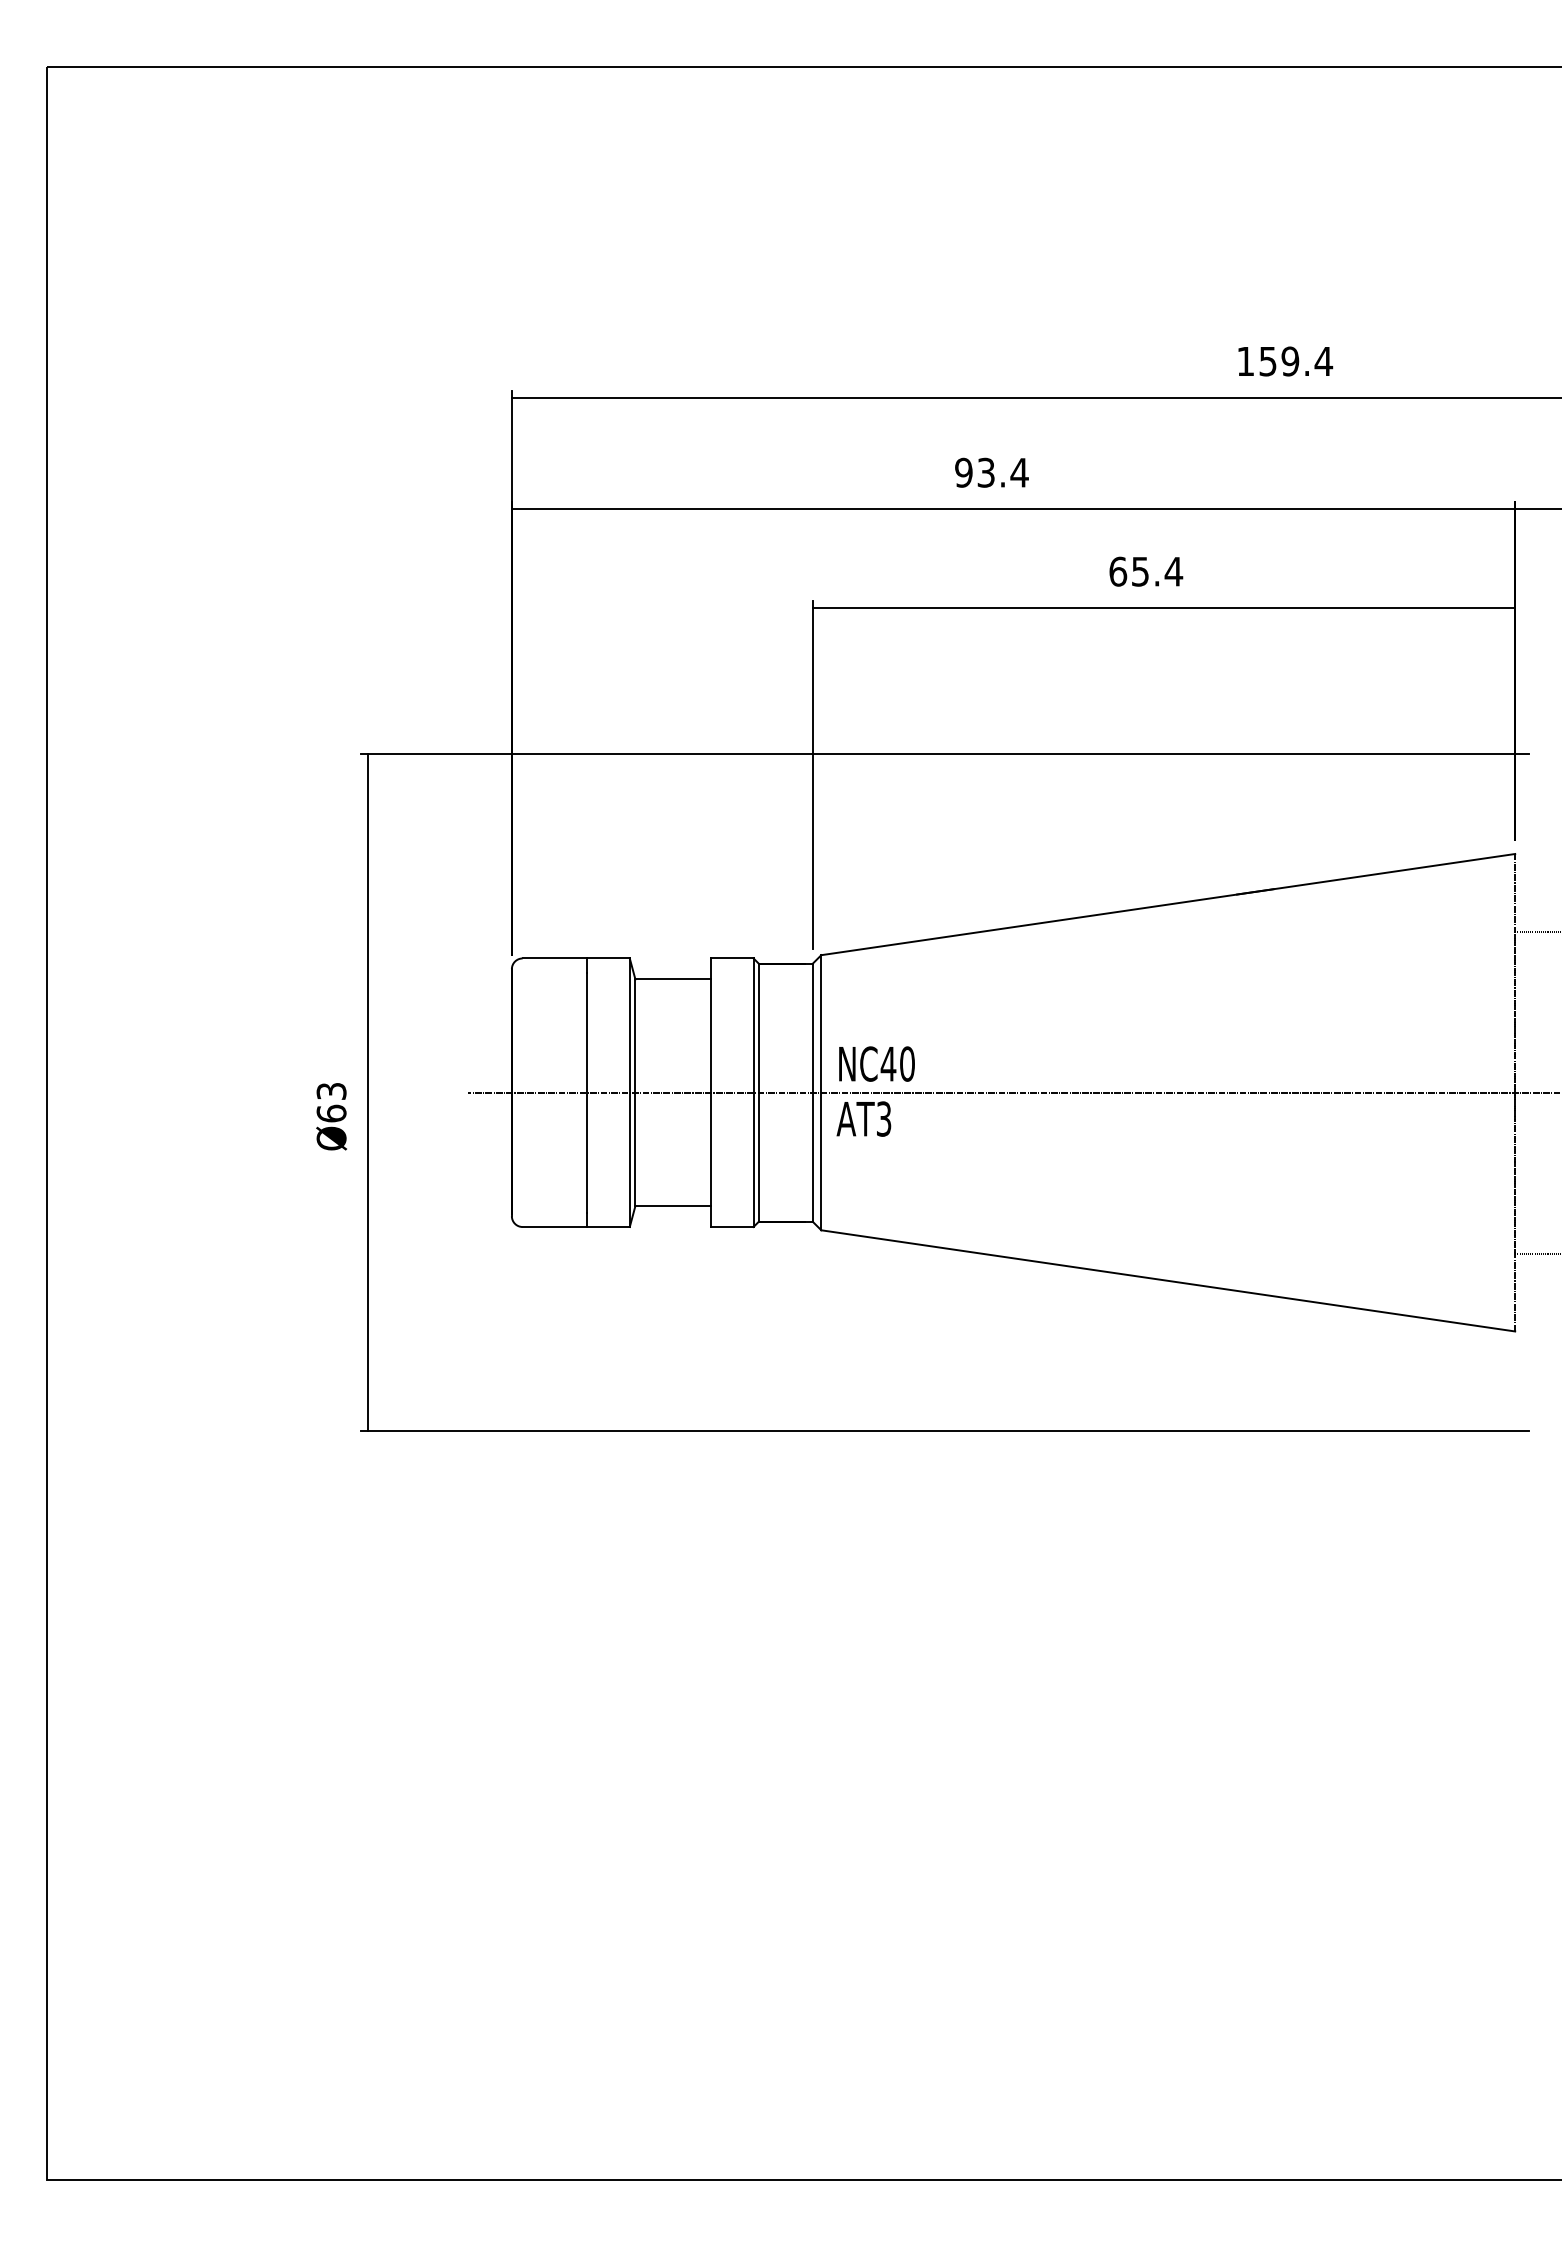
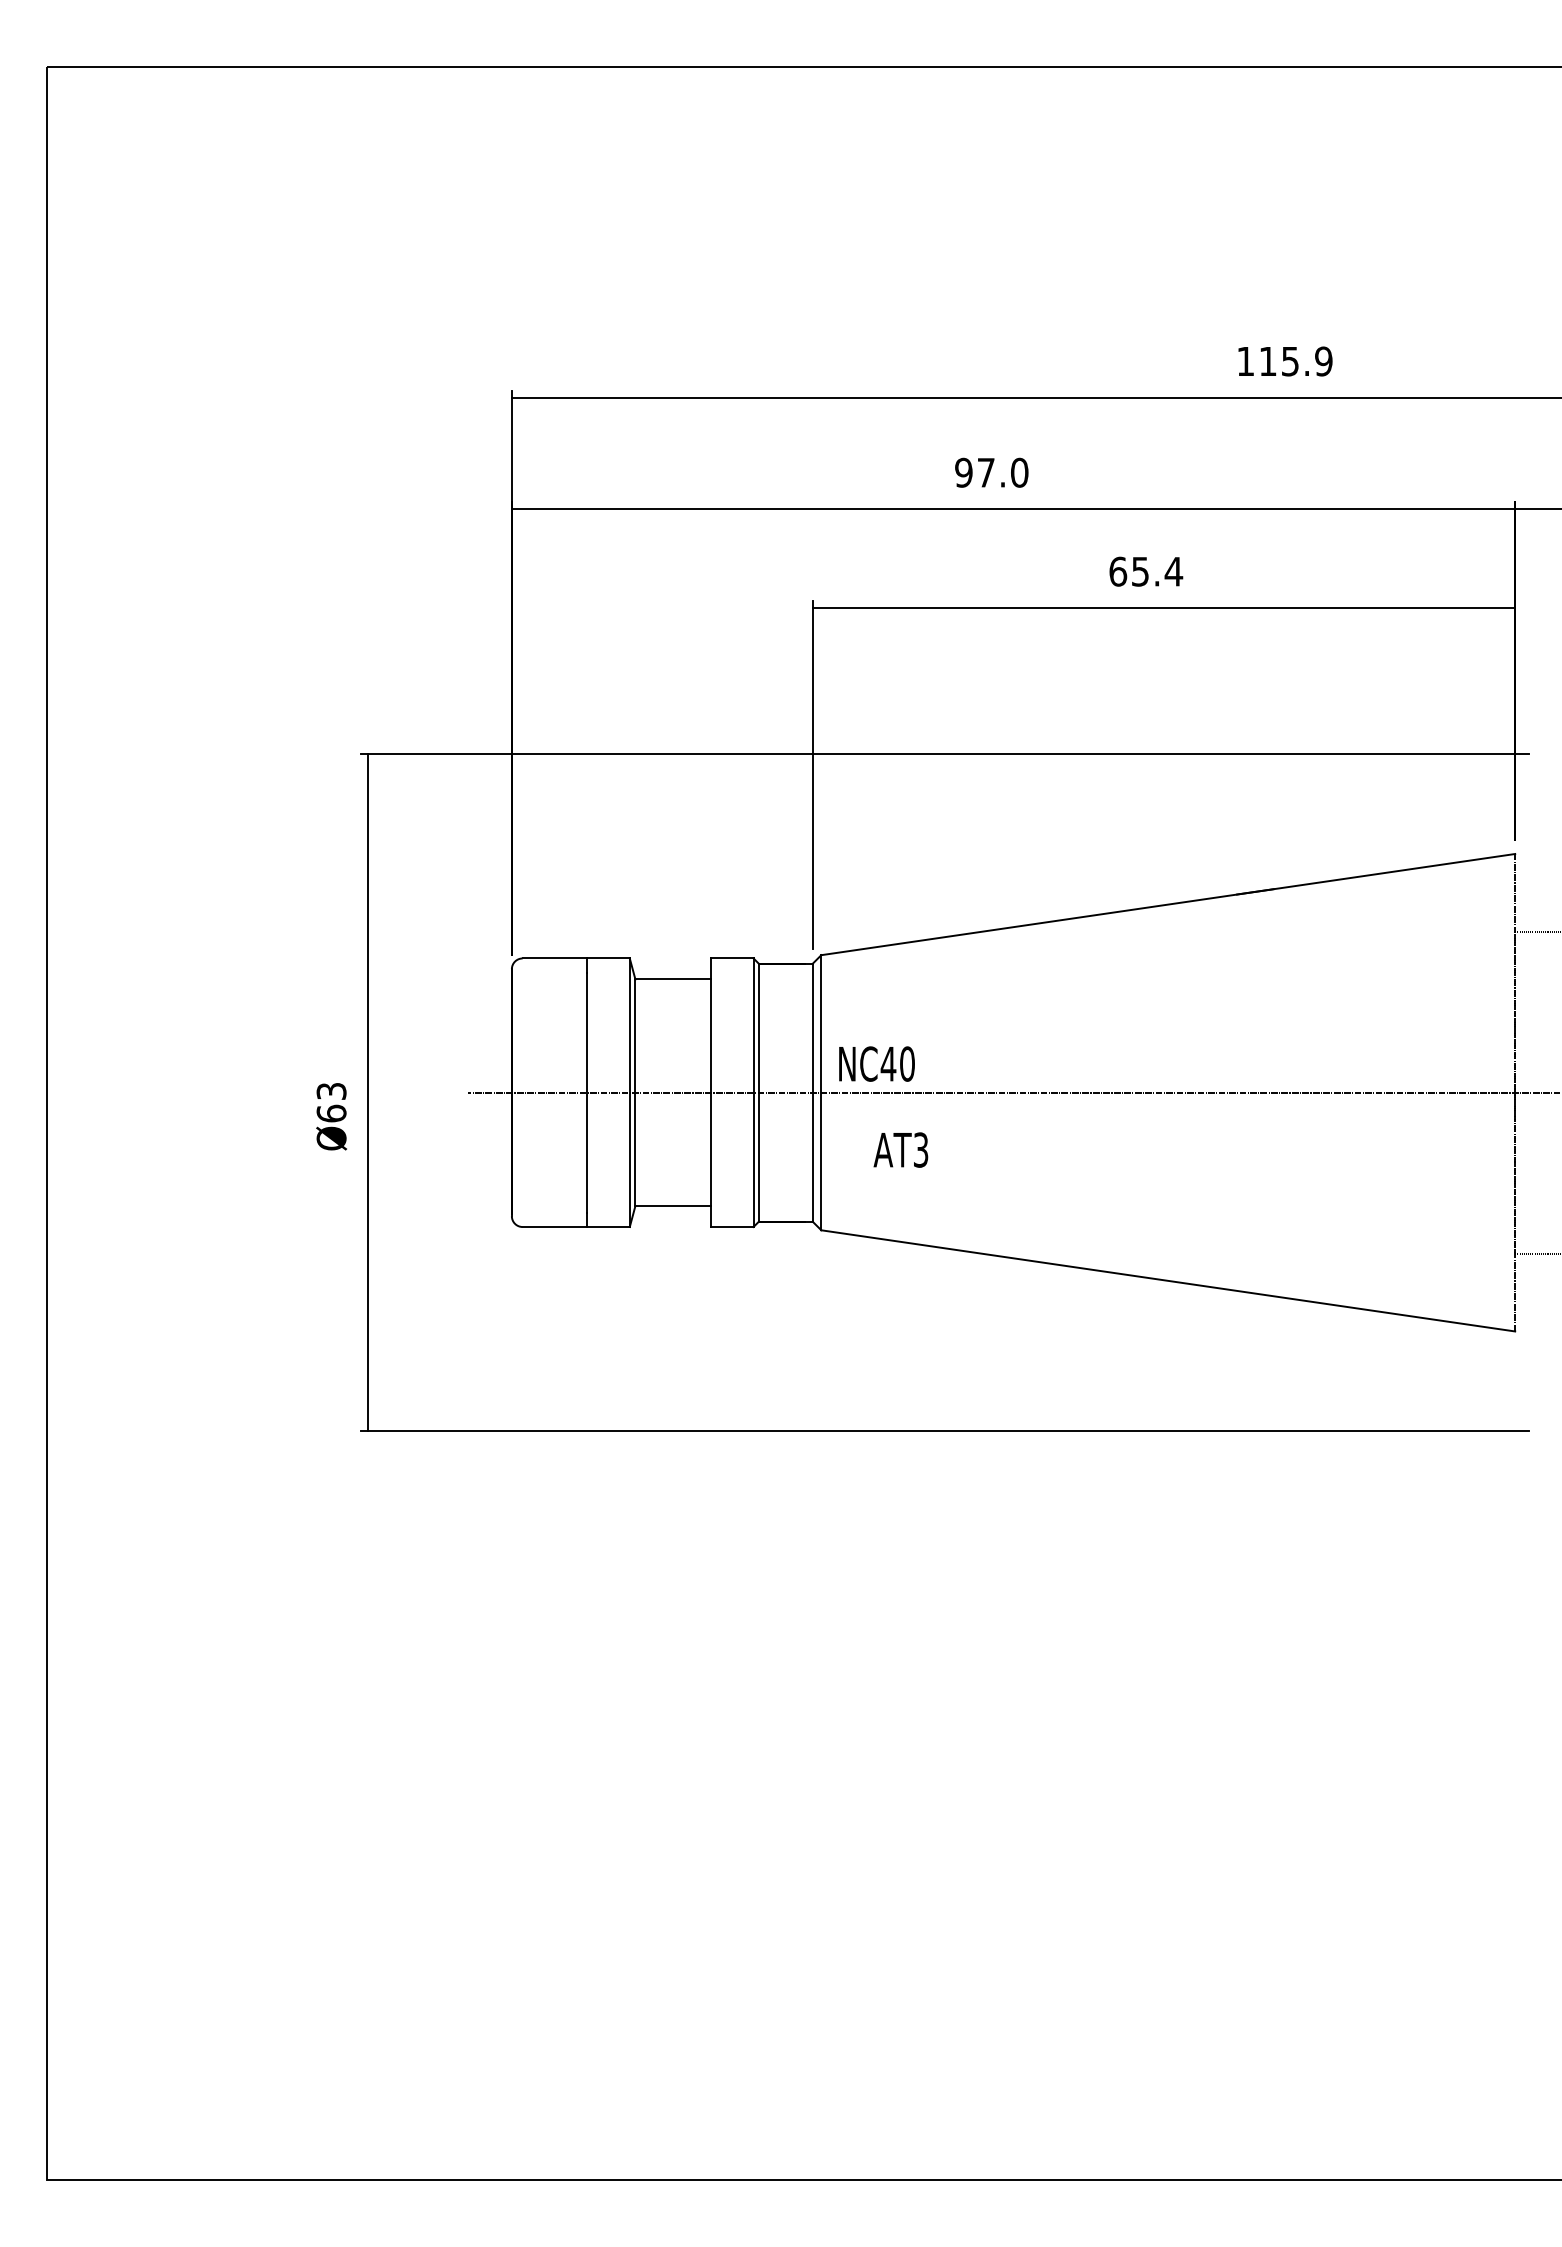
text at (1296, 361): 159.4 -> 115.9
text at (1002, 472): 93.4 -> 97.0
text at (863, 1118) position: (863, 1118) -> (900, 1149)
